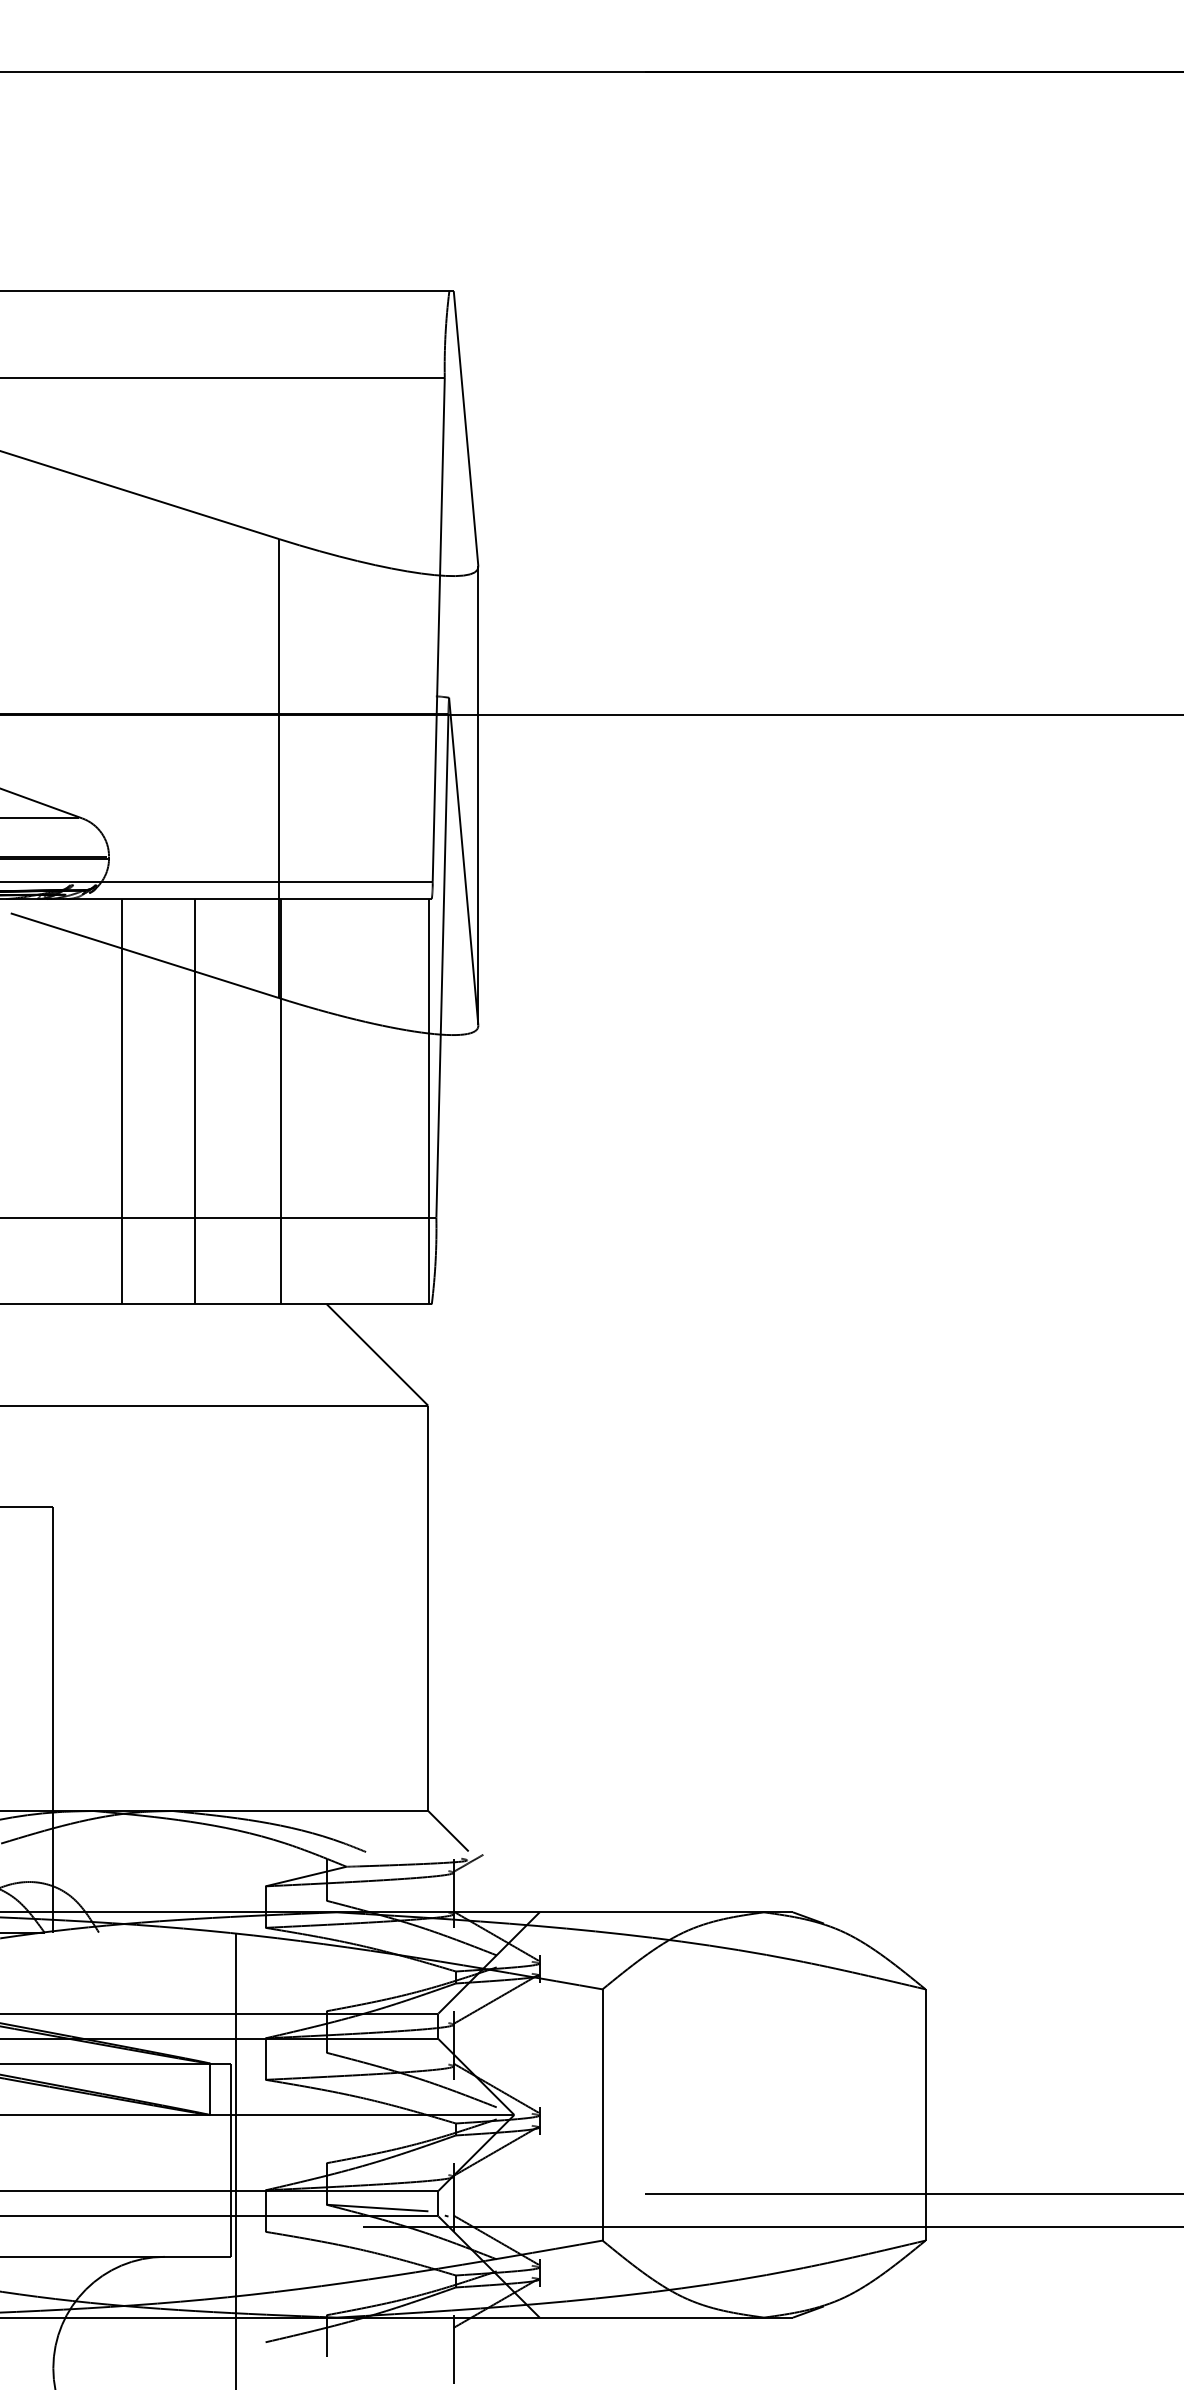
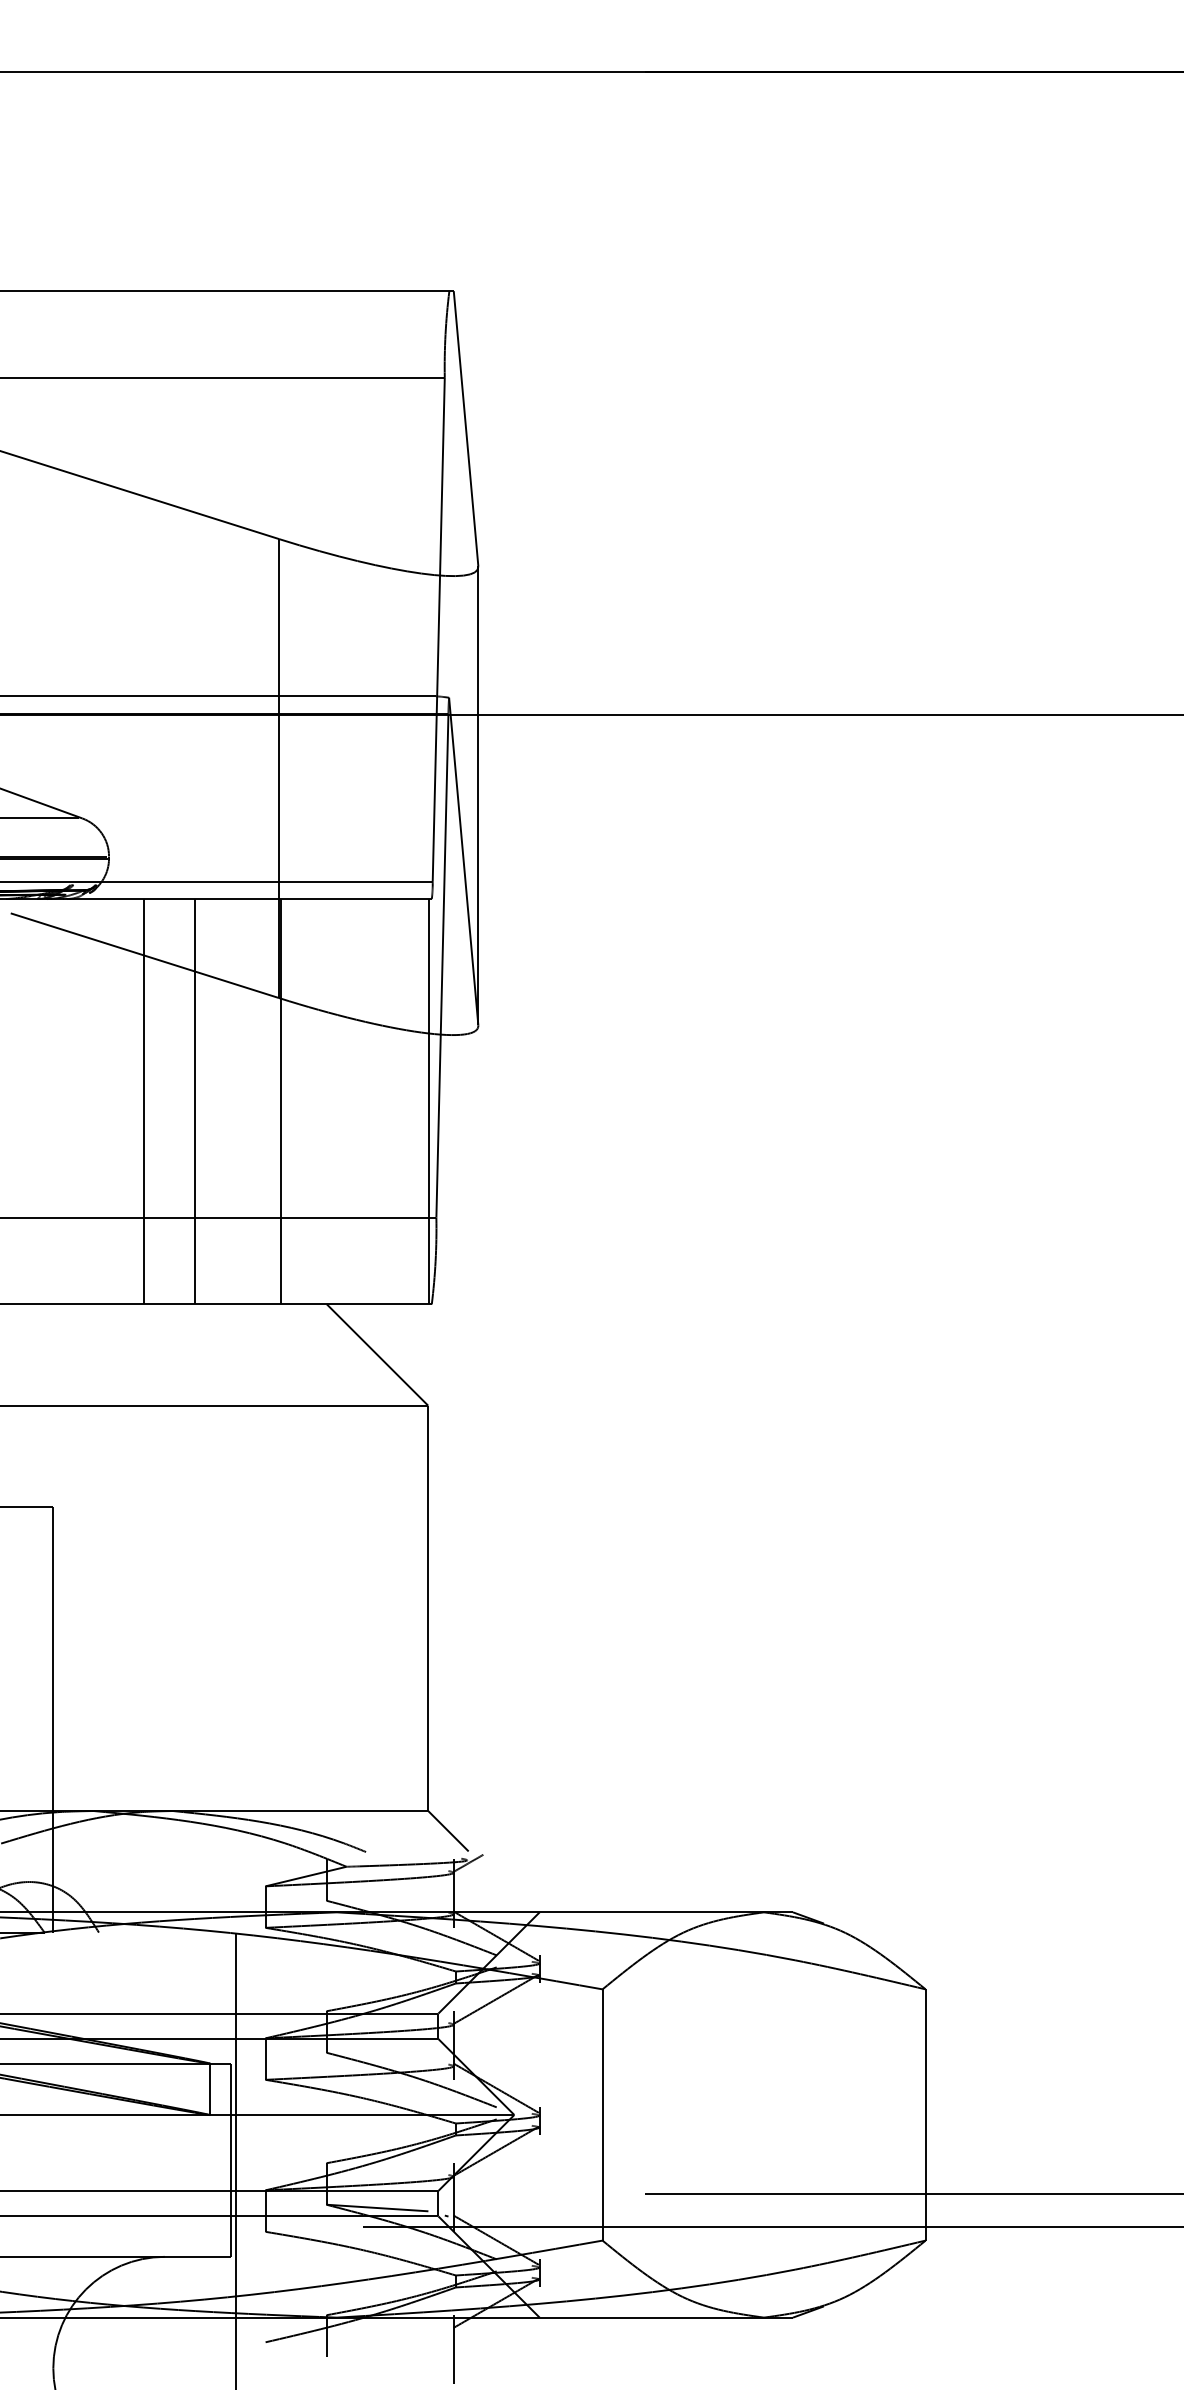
line at (218, 696): none -> present
line at (121, 1101) position: (121, 1101) -> (143, 1101)
